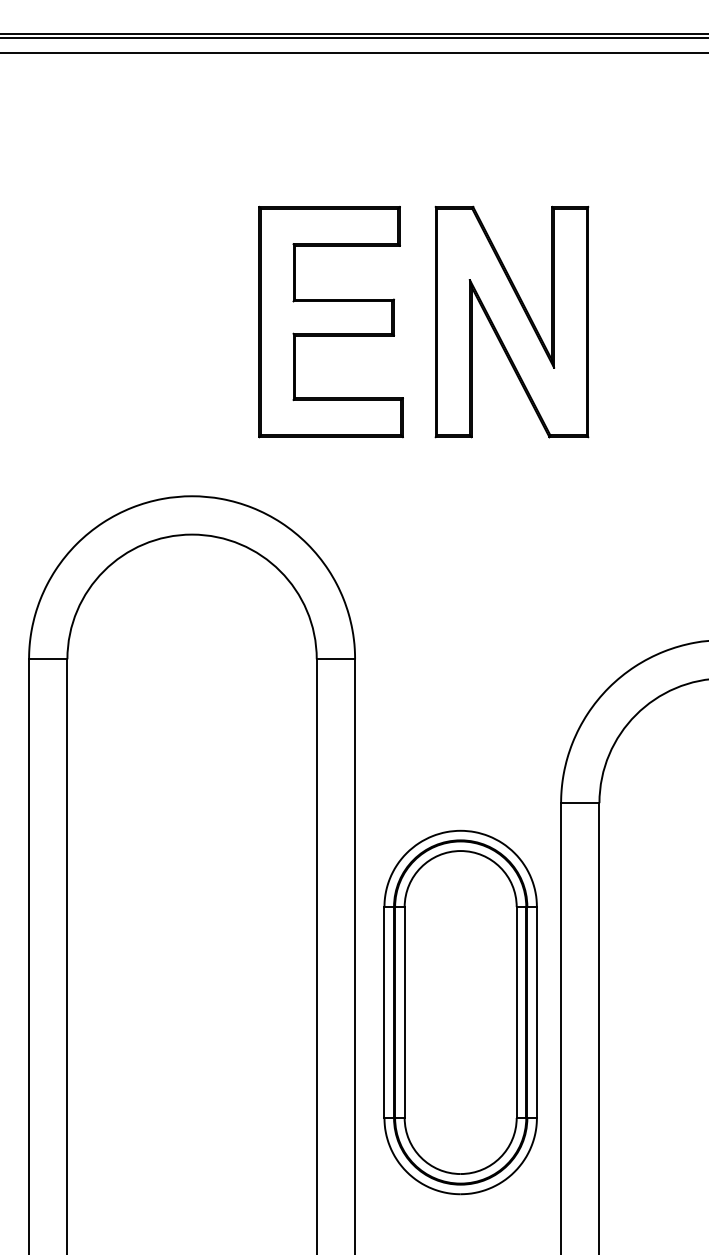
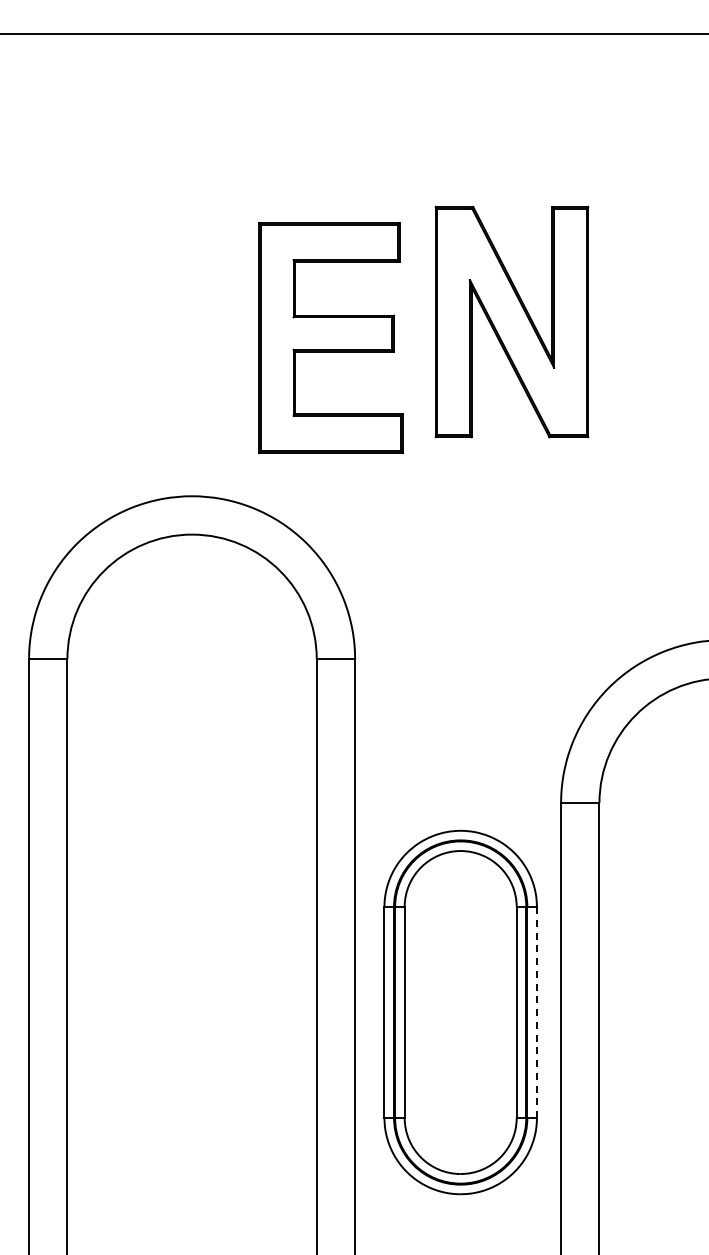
line at (353, 37): present -> none
line at (353, 52): present -> none
part at (330, 321) position: (330, 321) -> (330, 337)
line at (536, 1013): solid -> dashed
